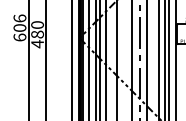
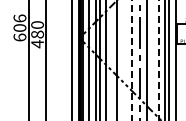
line at (132, 60): solid -> dashed
line at (158, 60): solid -> dashed
